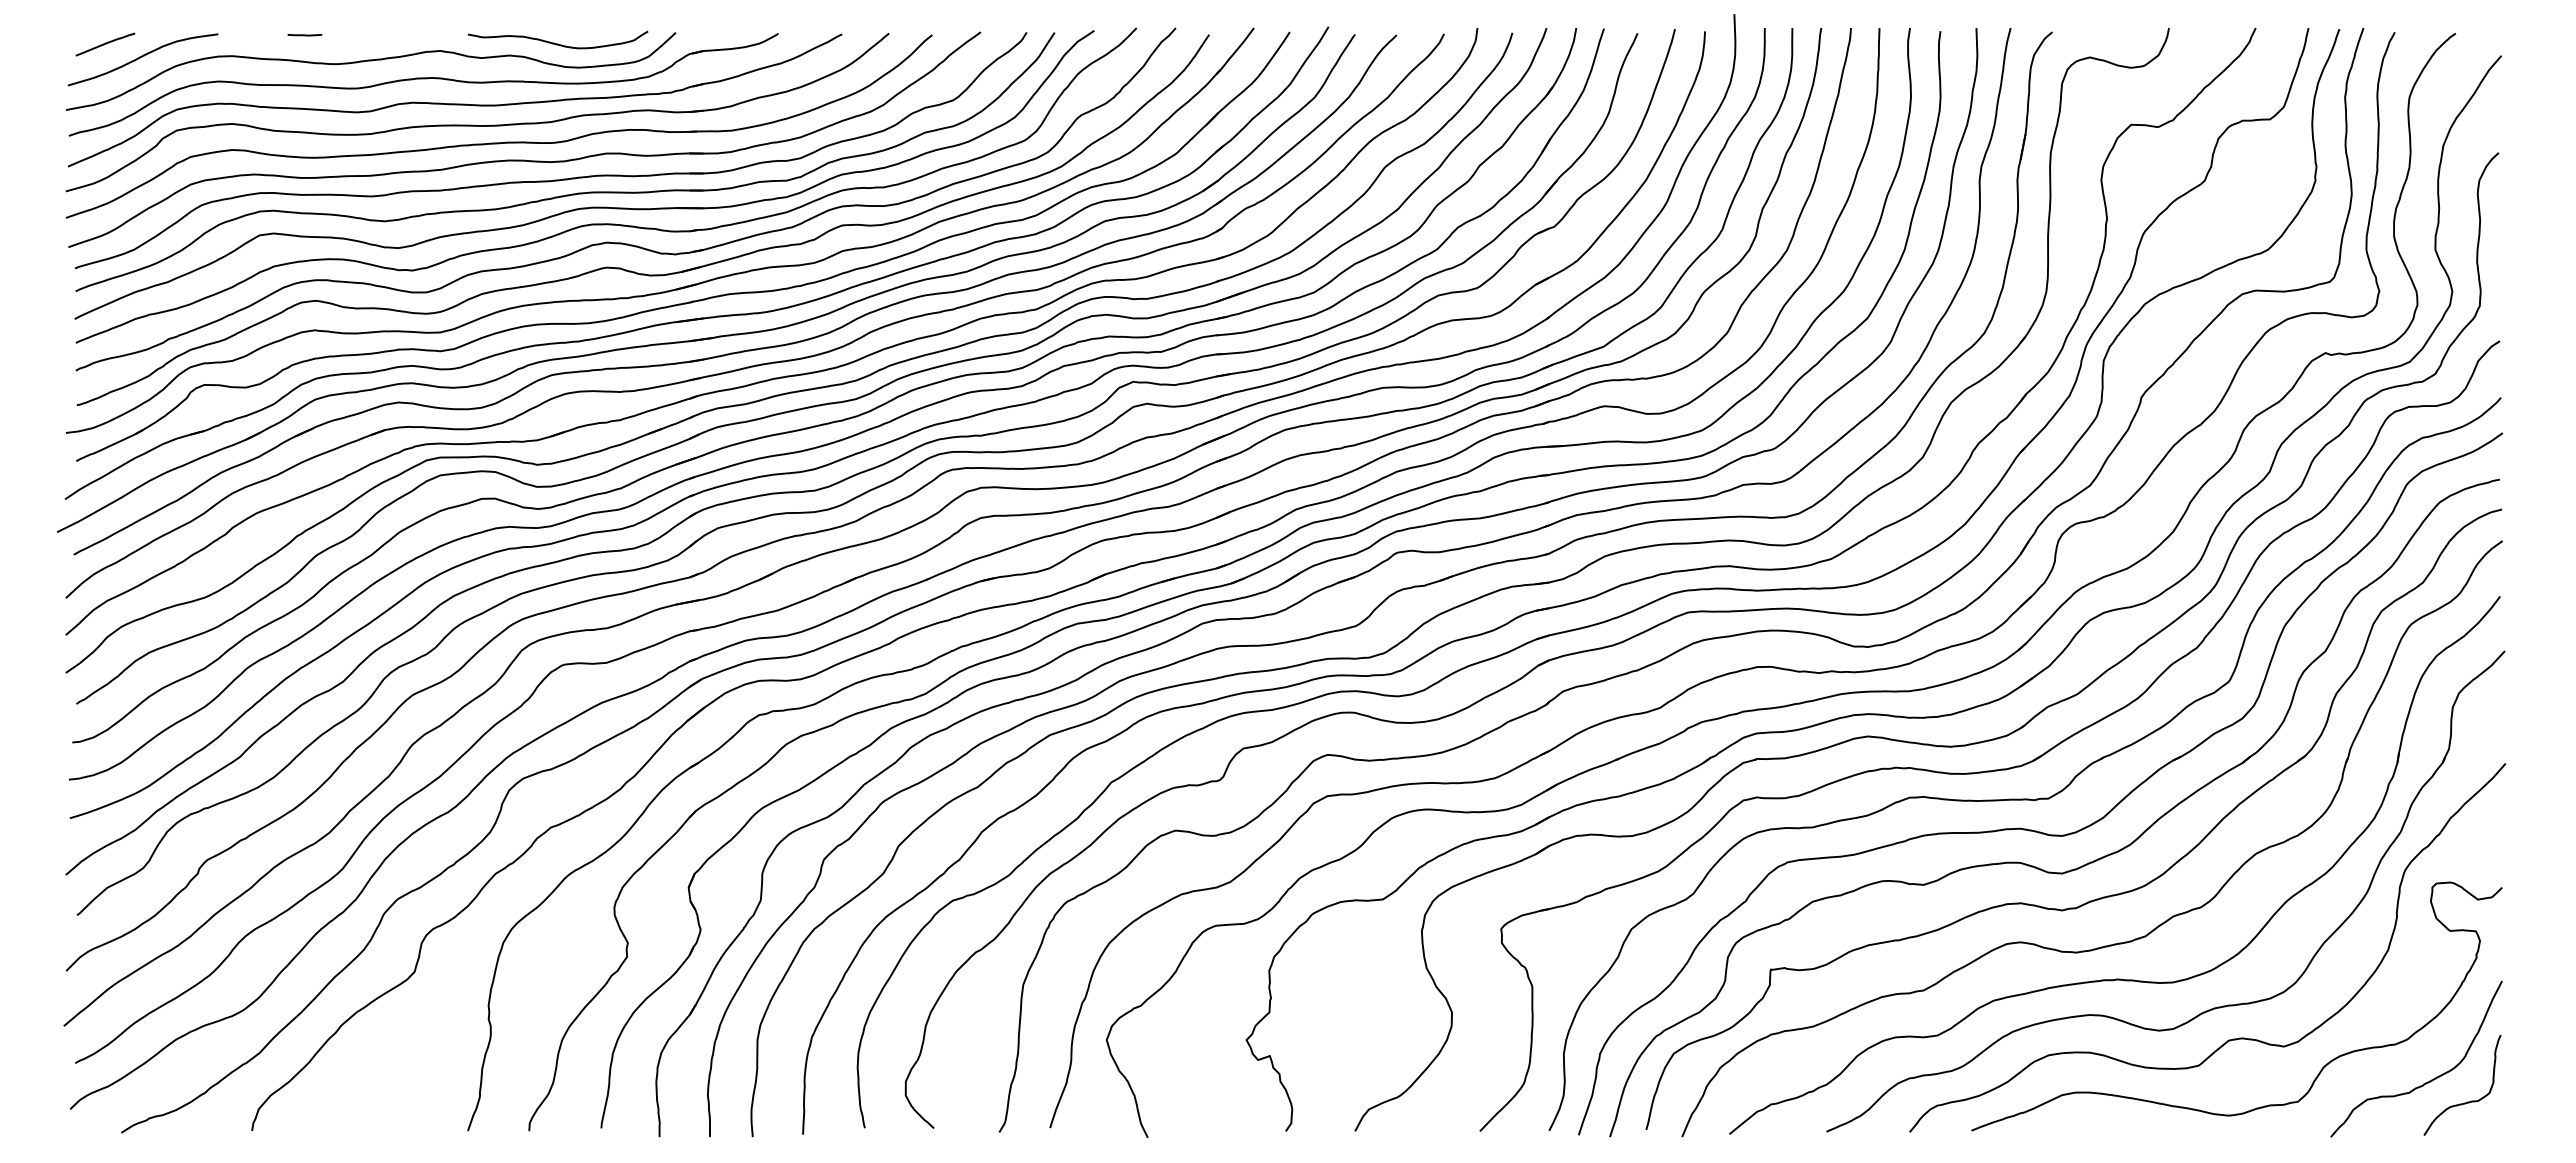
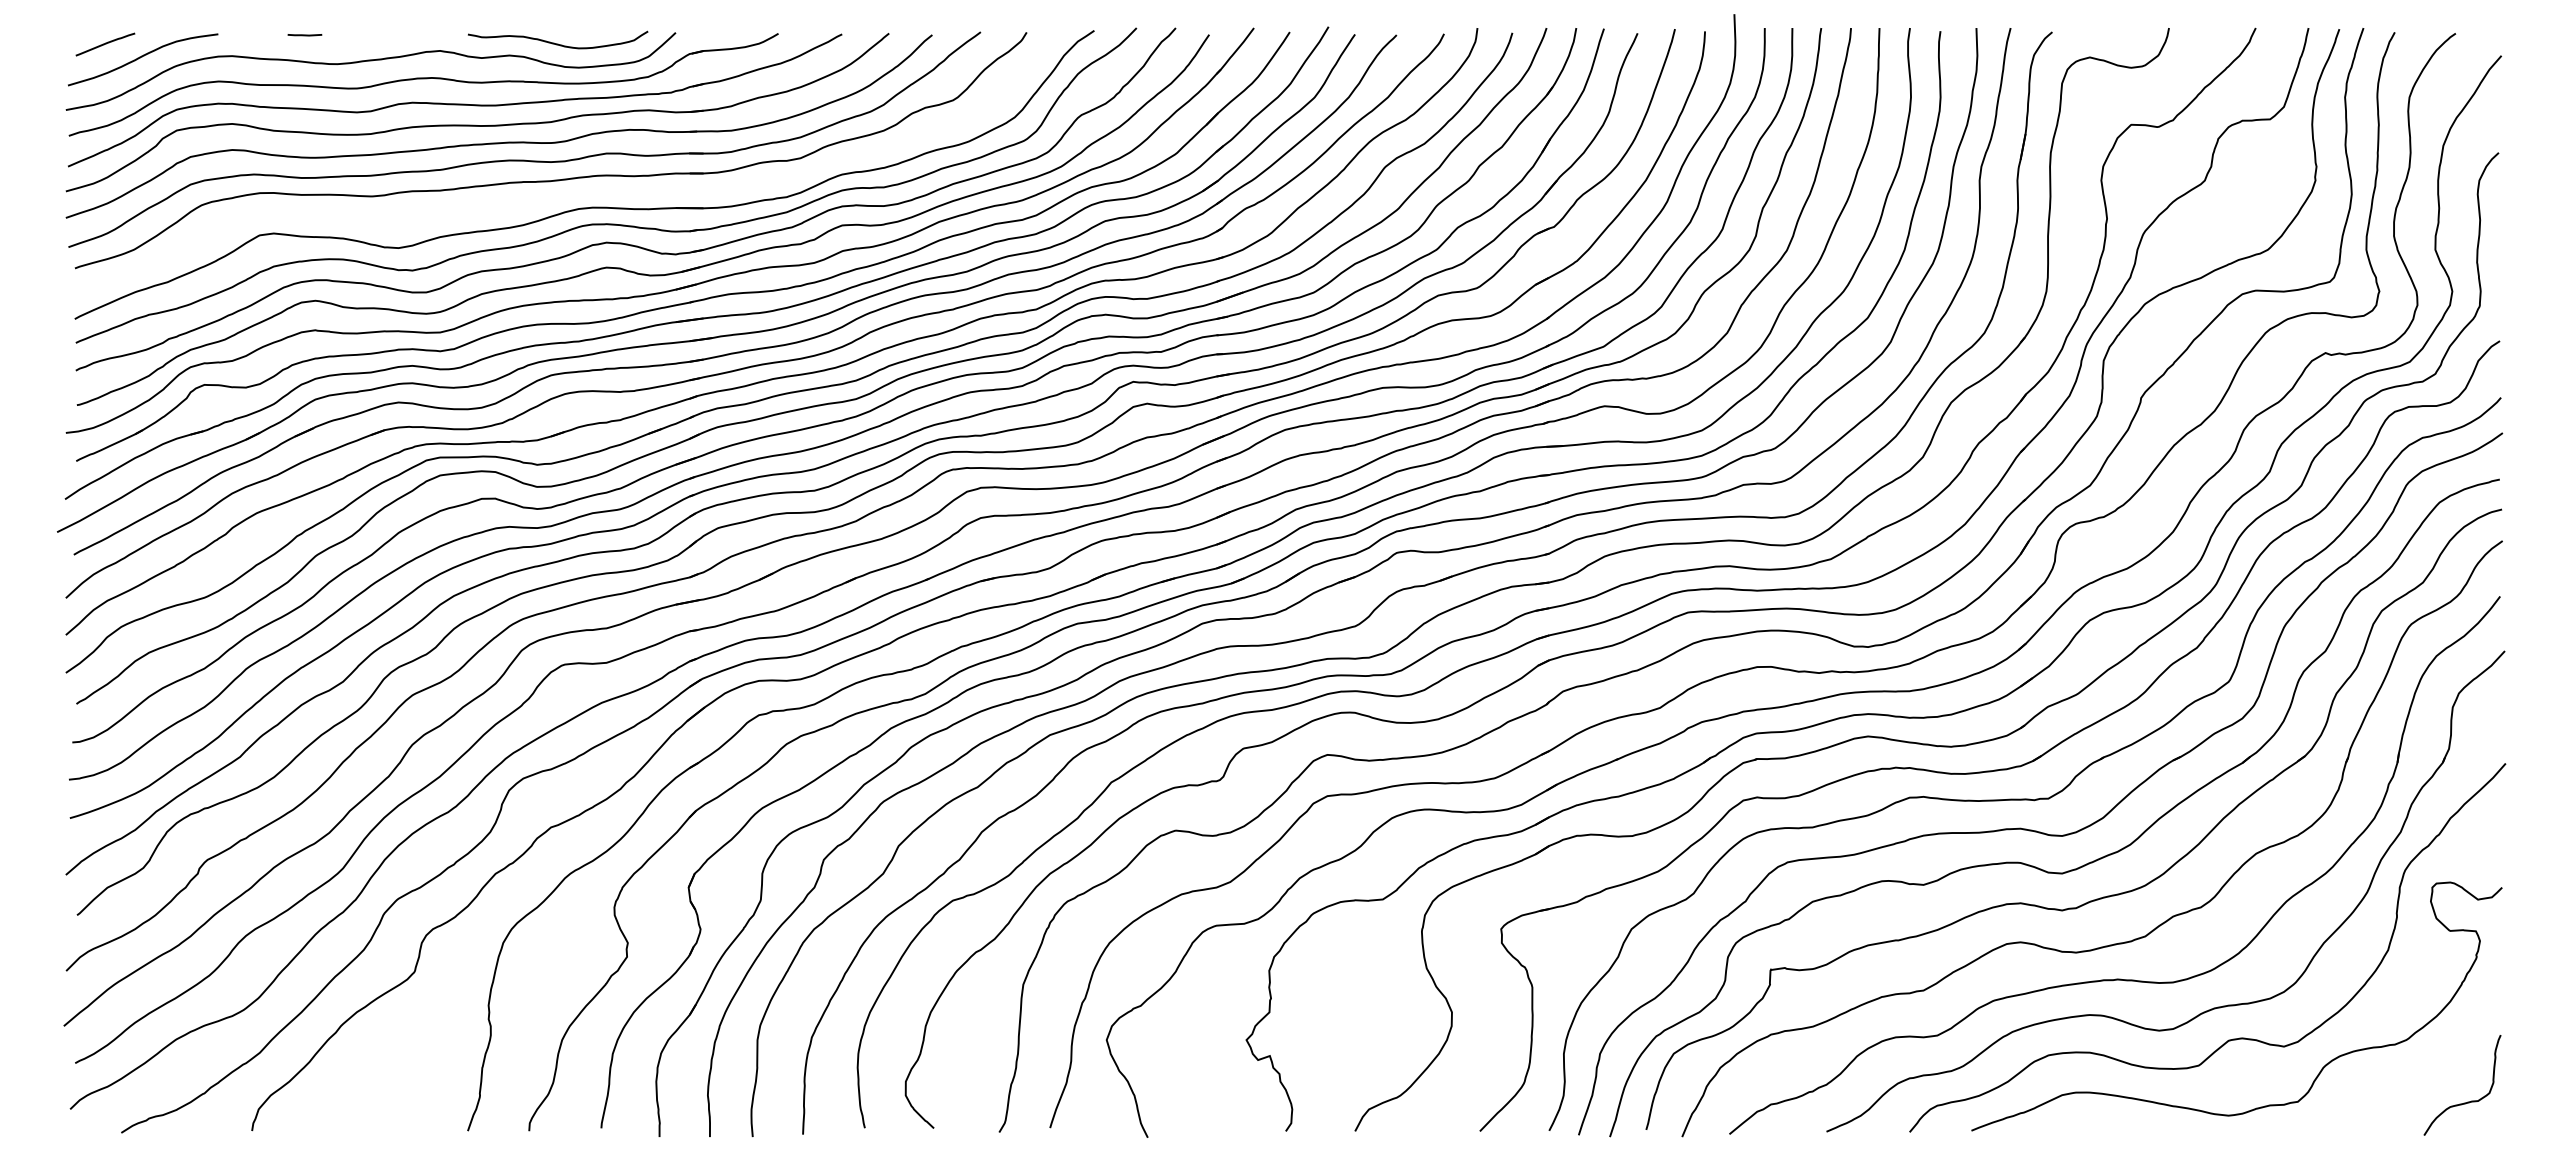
part at (571, 193): present -> none
curve at (2427, 1081): present -> none
